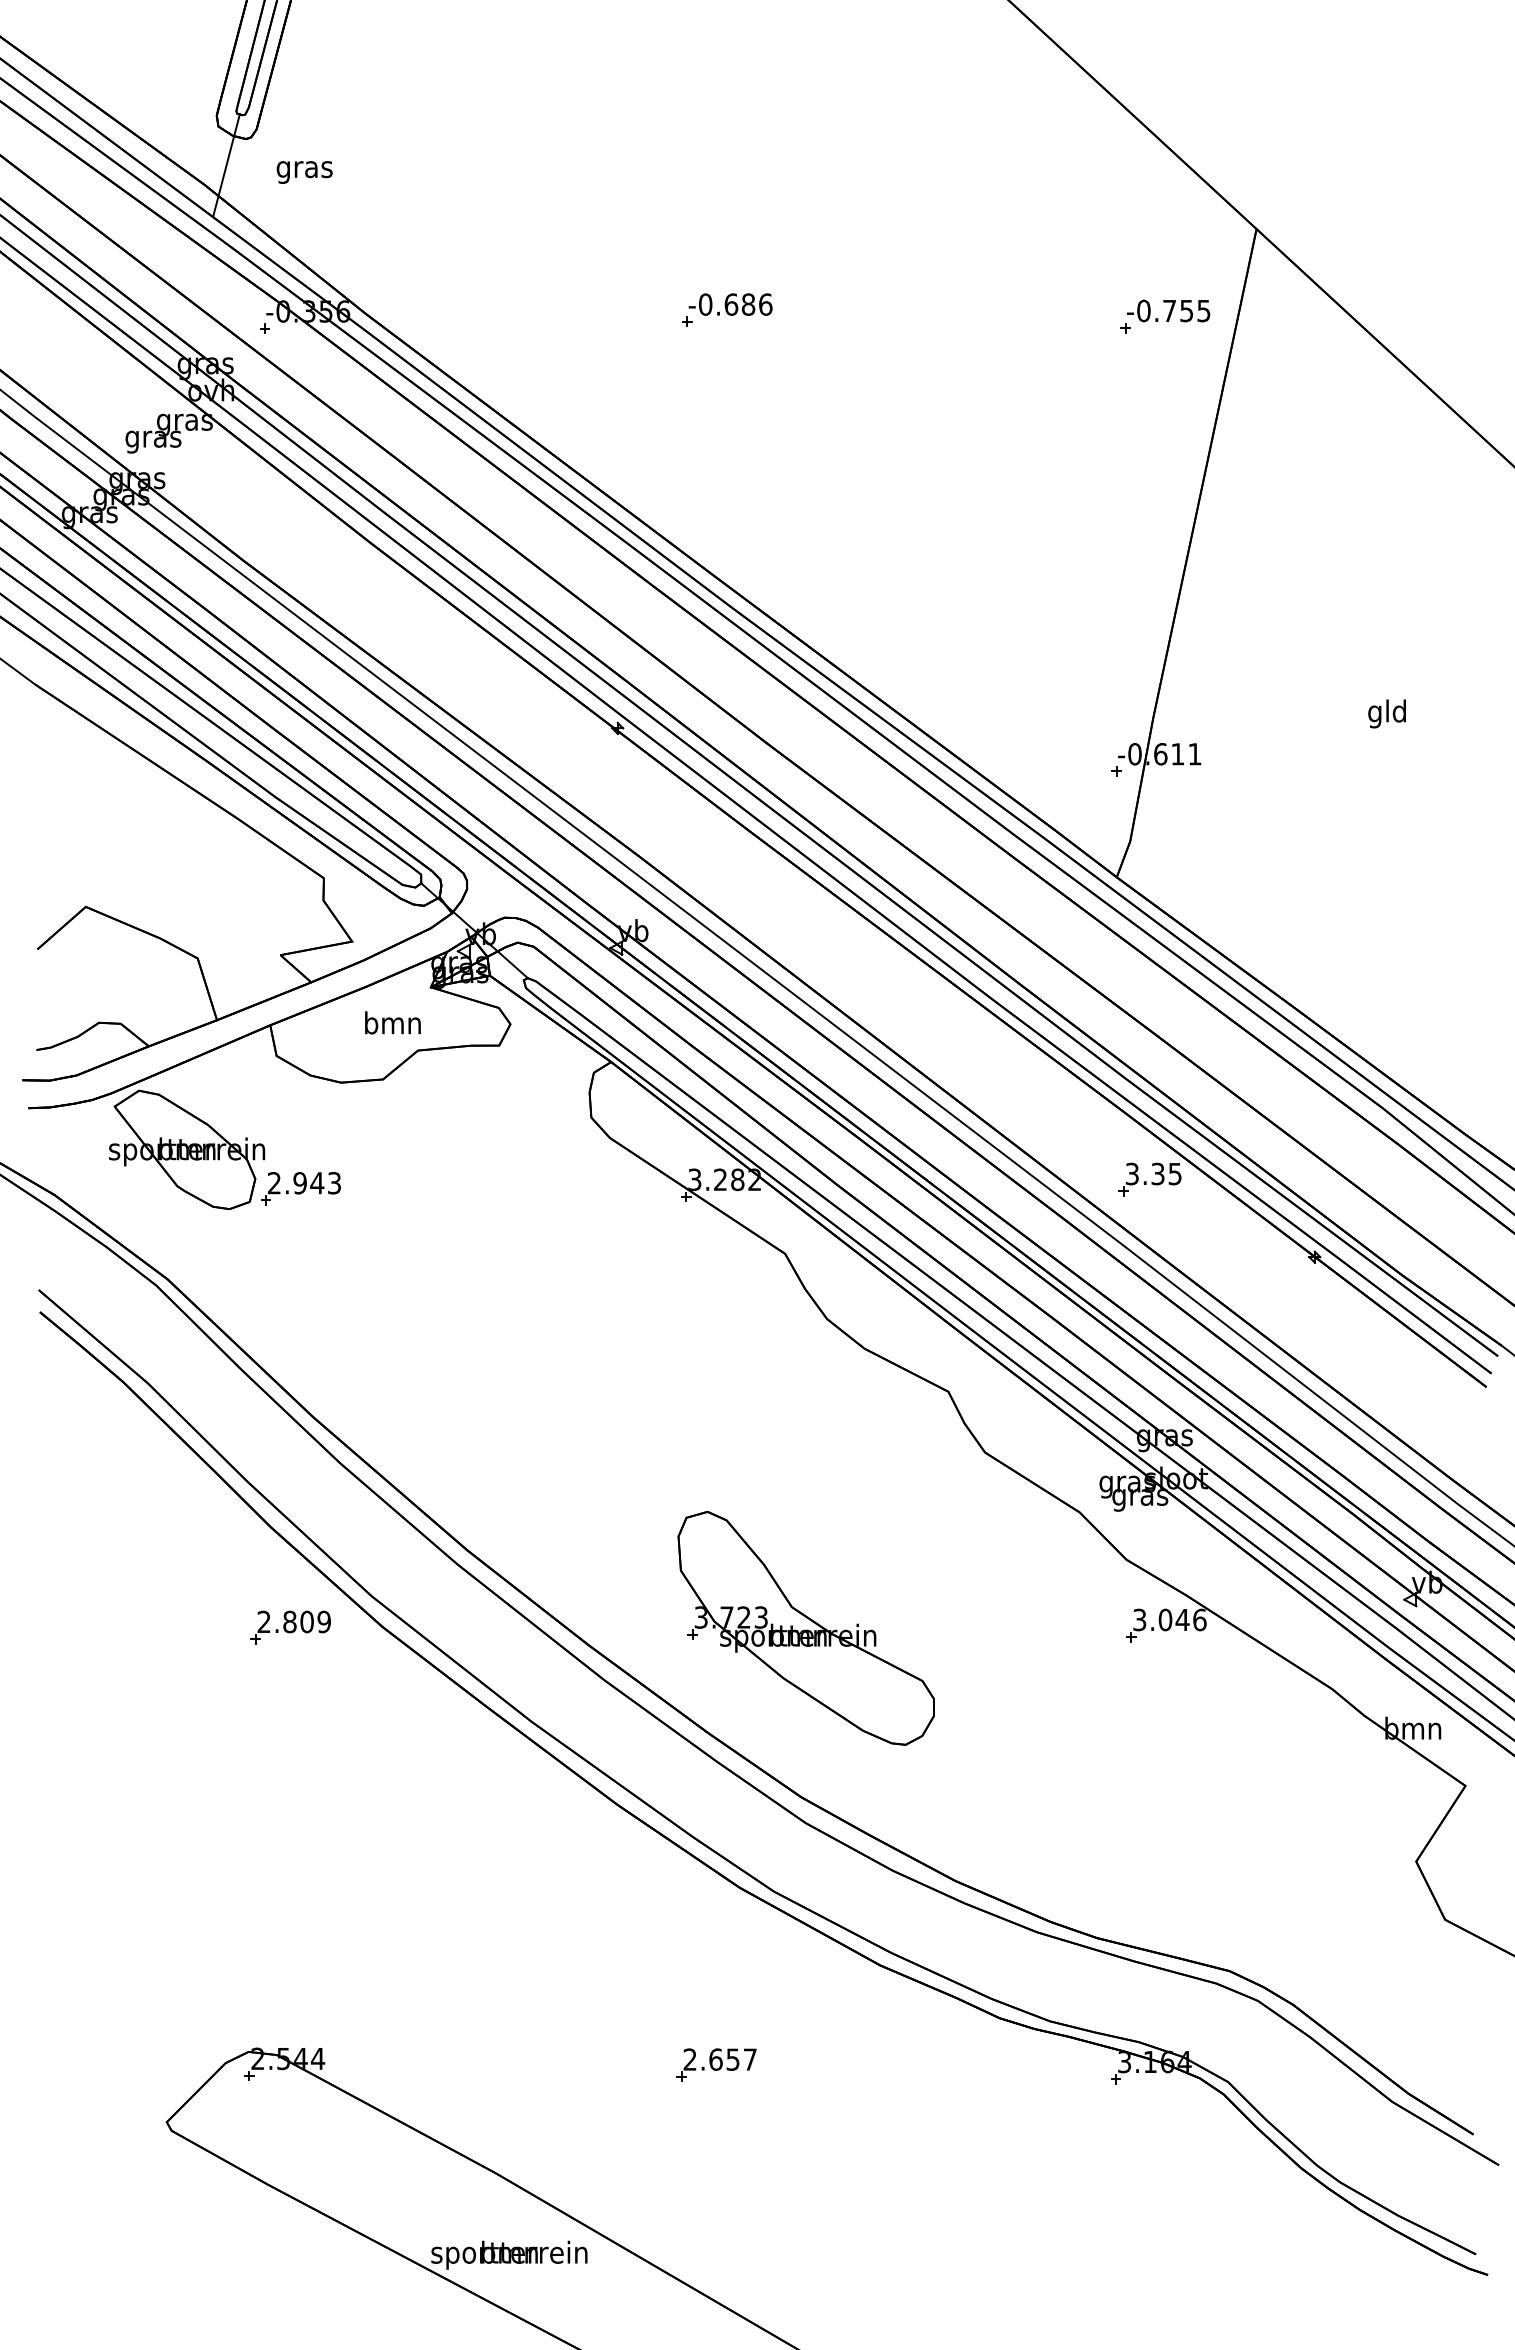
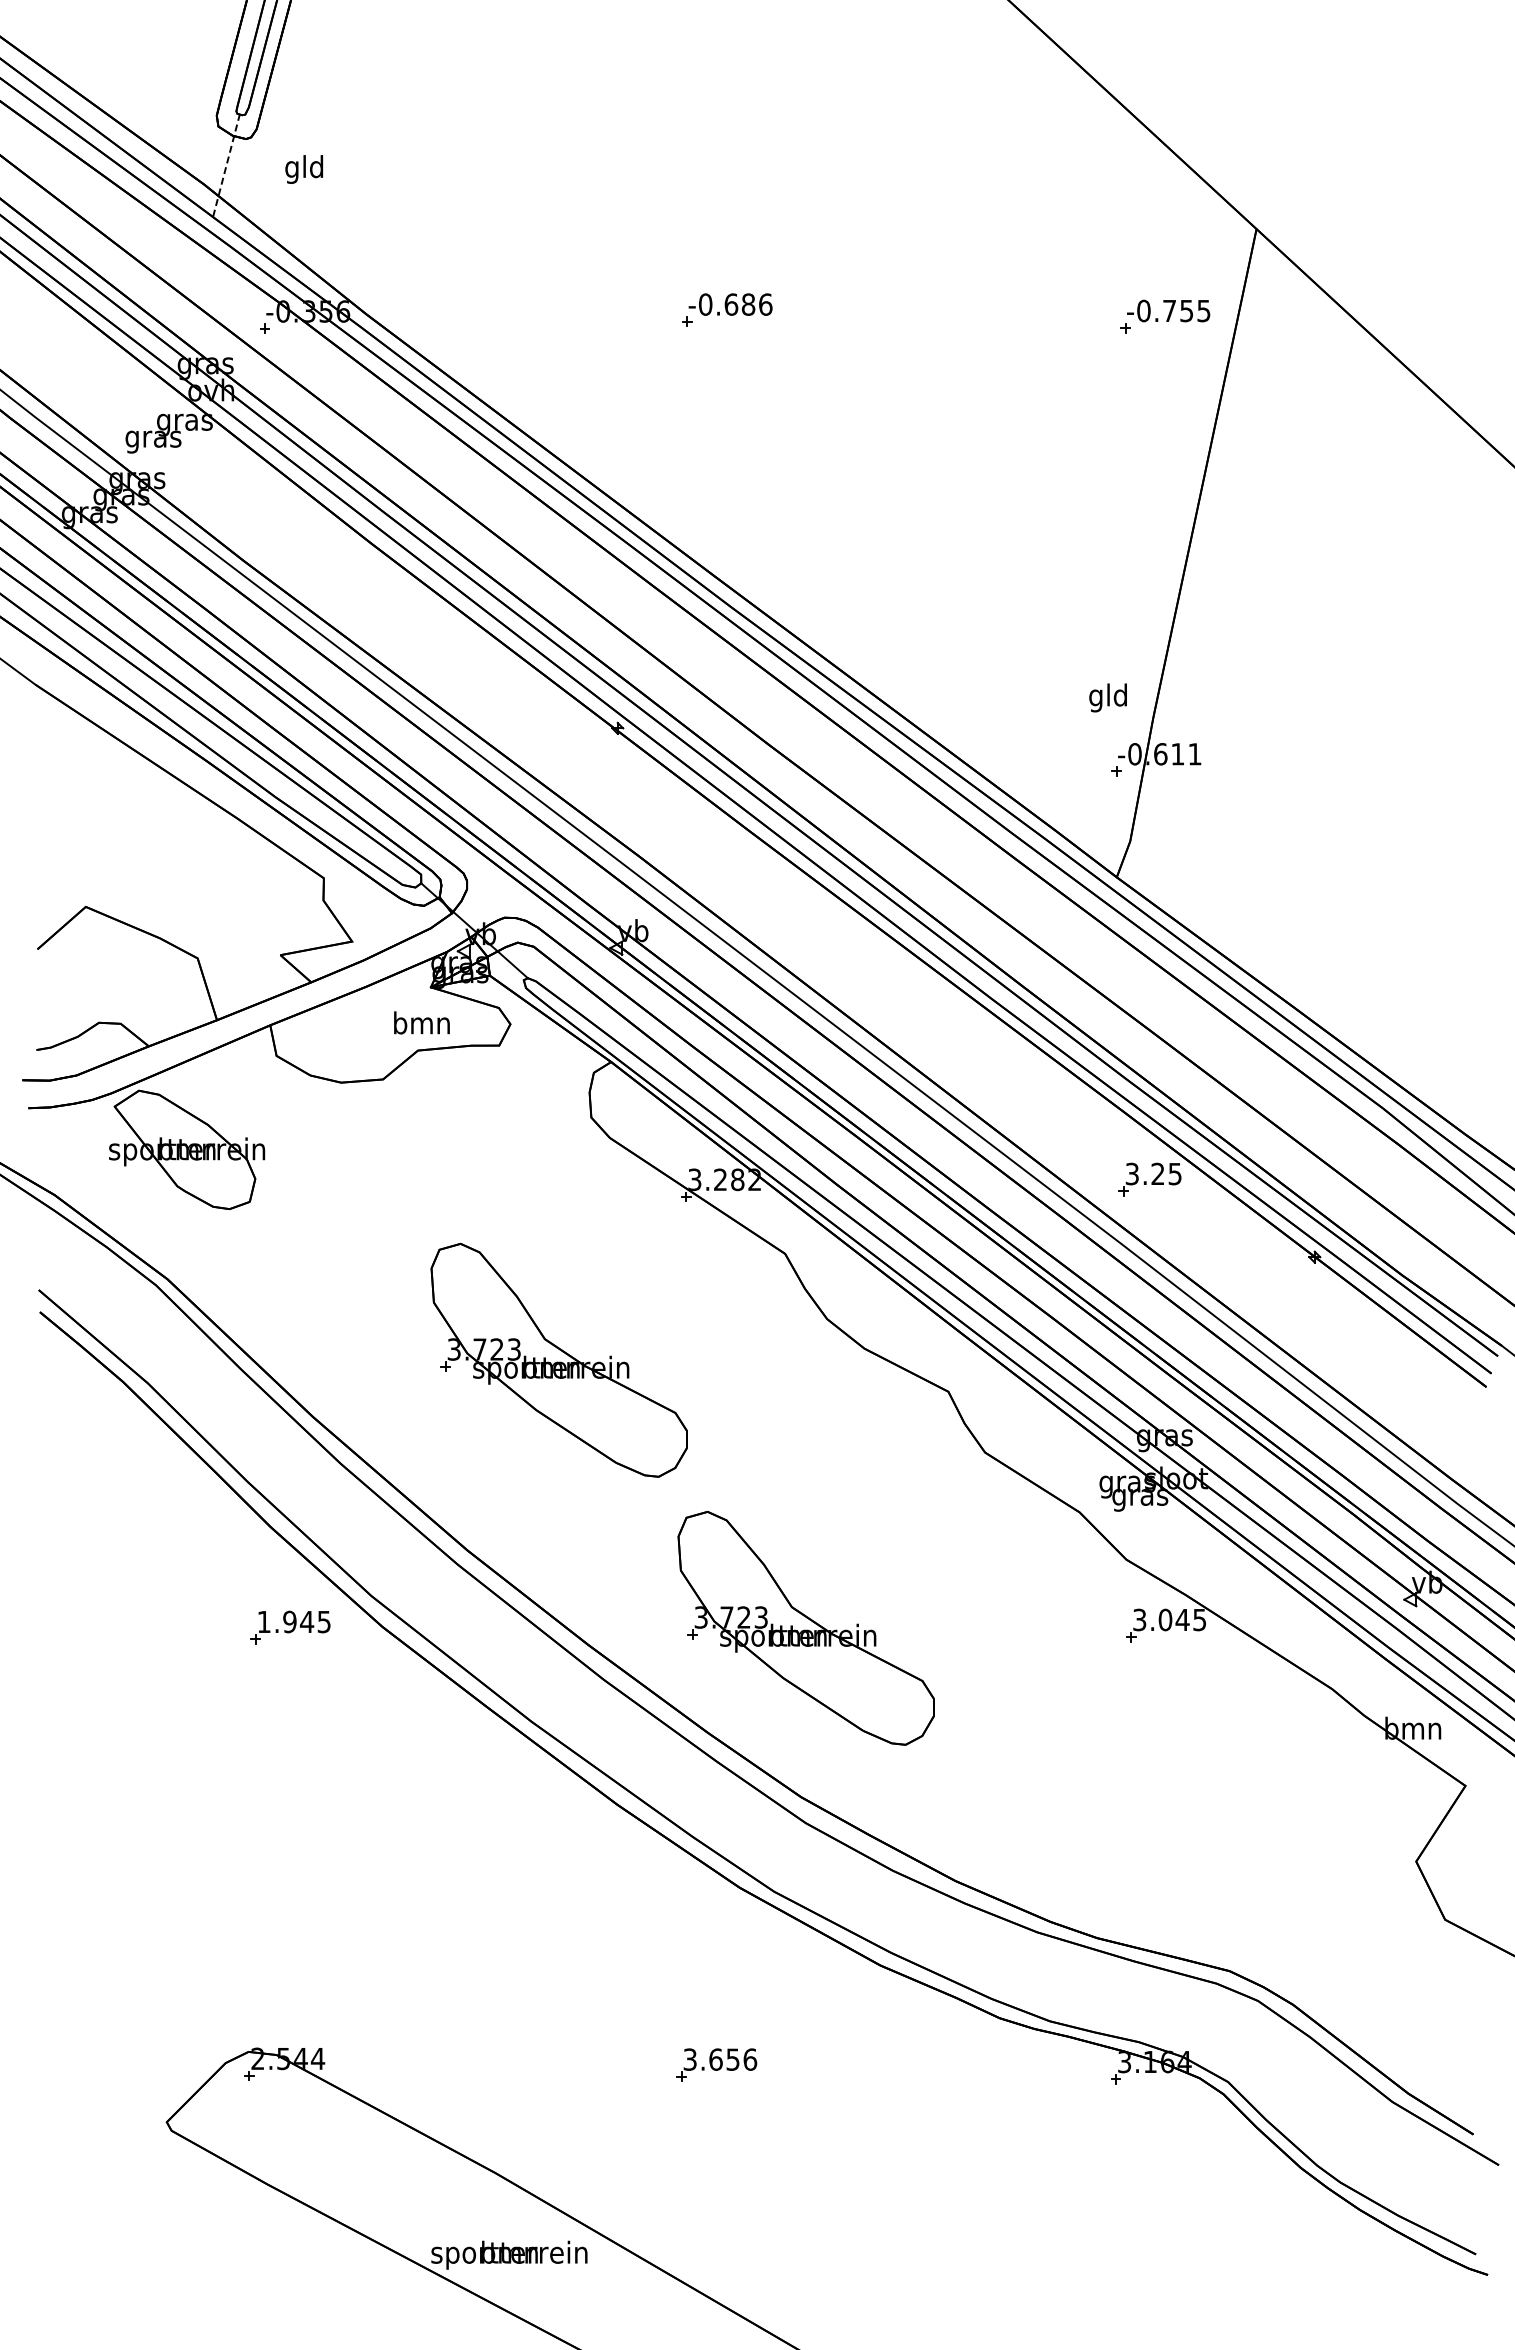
line at (226, 165): solid -> dashed
text at (304, 169): gras -> gld
text at (1386, 713) position: (1386, 713) -> (1107, 697)
text at (392, 1022) position: (392, 1022) -> (421, 1022)
text at (1157, 1174): 3.35 -> 3.25
part at (300, 1188): present -> none
part at (558, 1359): none -> present
text at (1199, 1619): 3.046 -> 3.045
text at (293, 1621): 2.809 -> 1.945
text at (720, 2059): 2.657 -> 3.656
